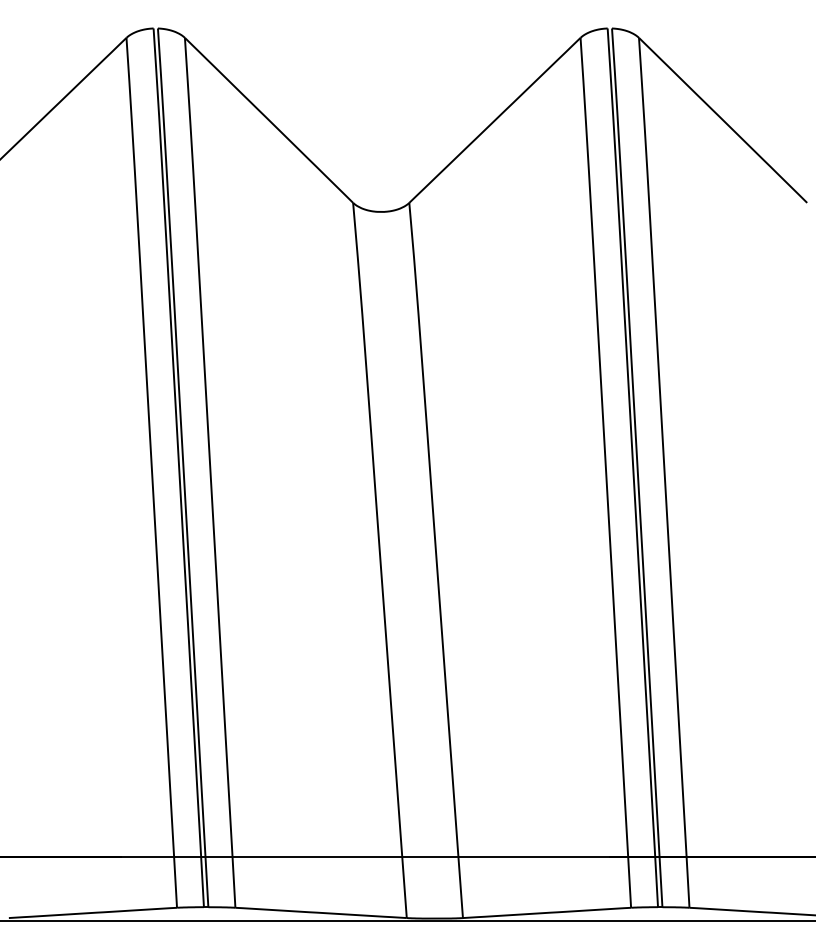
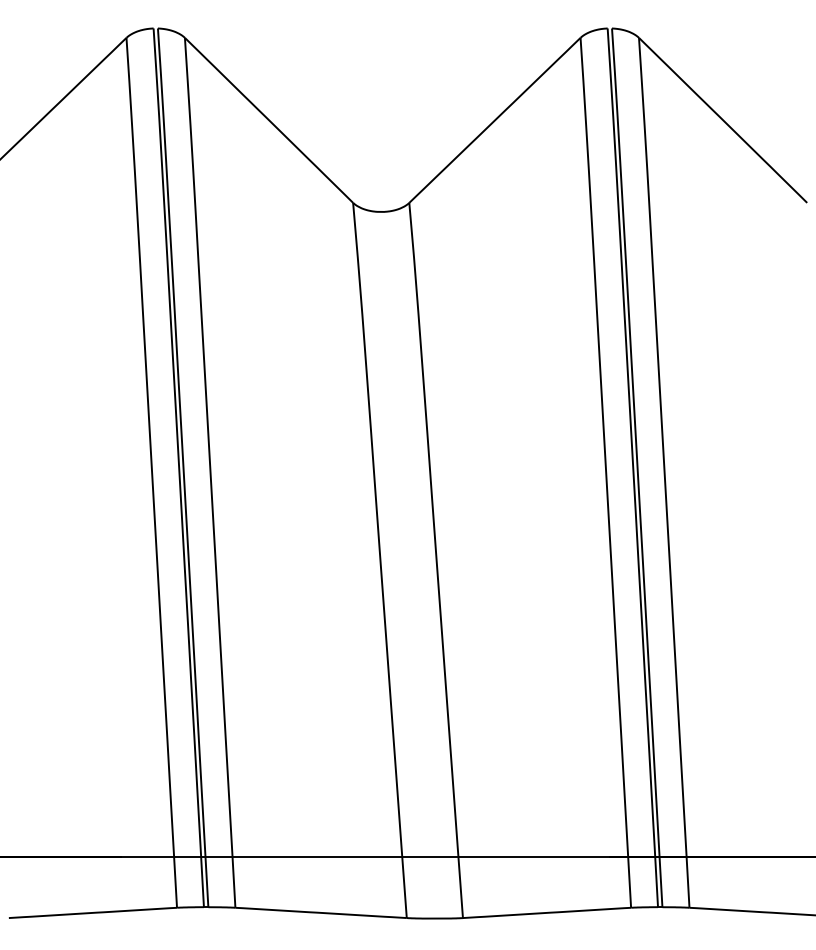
line at (407, 921): present -> none
